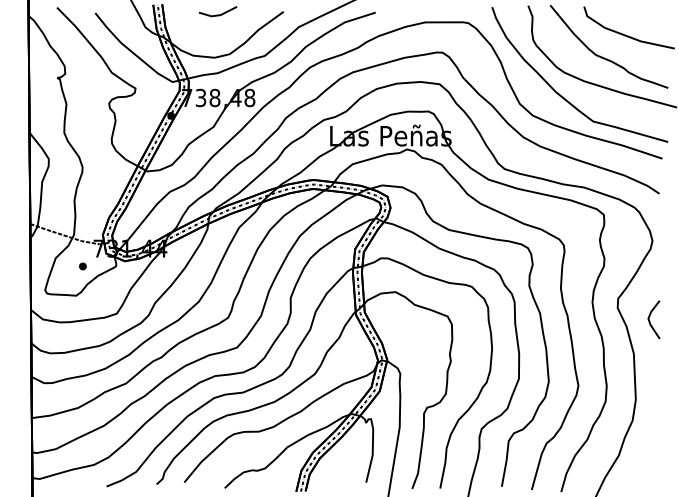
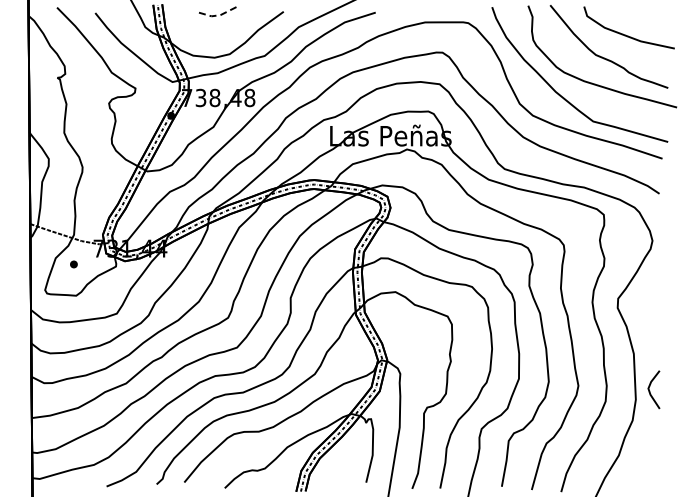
line at (218, 15): solid -> dashed
part at (82, 266) position: (82, 266) -> (73, 264)
line at (650, 321) position: (650, 321) -> (650, 391)
